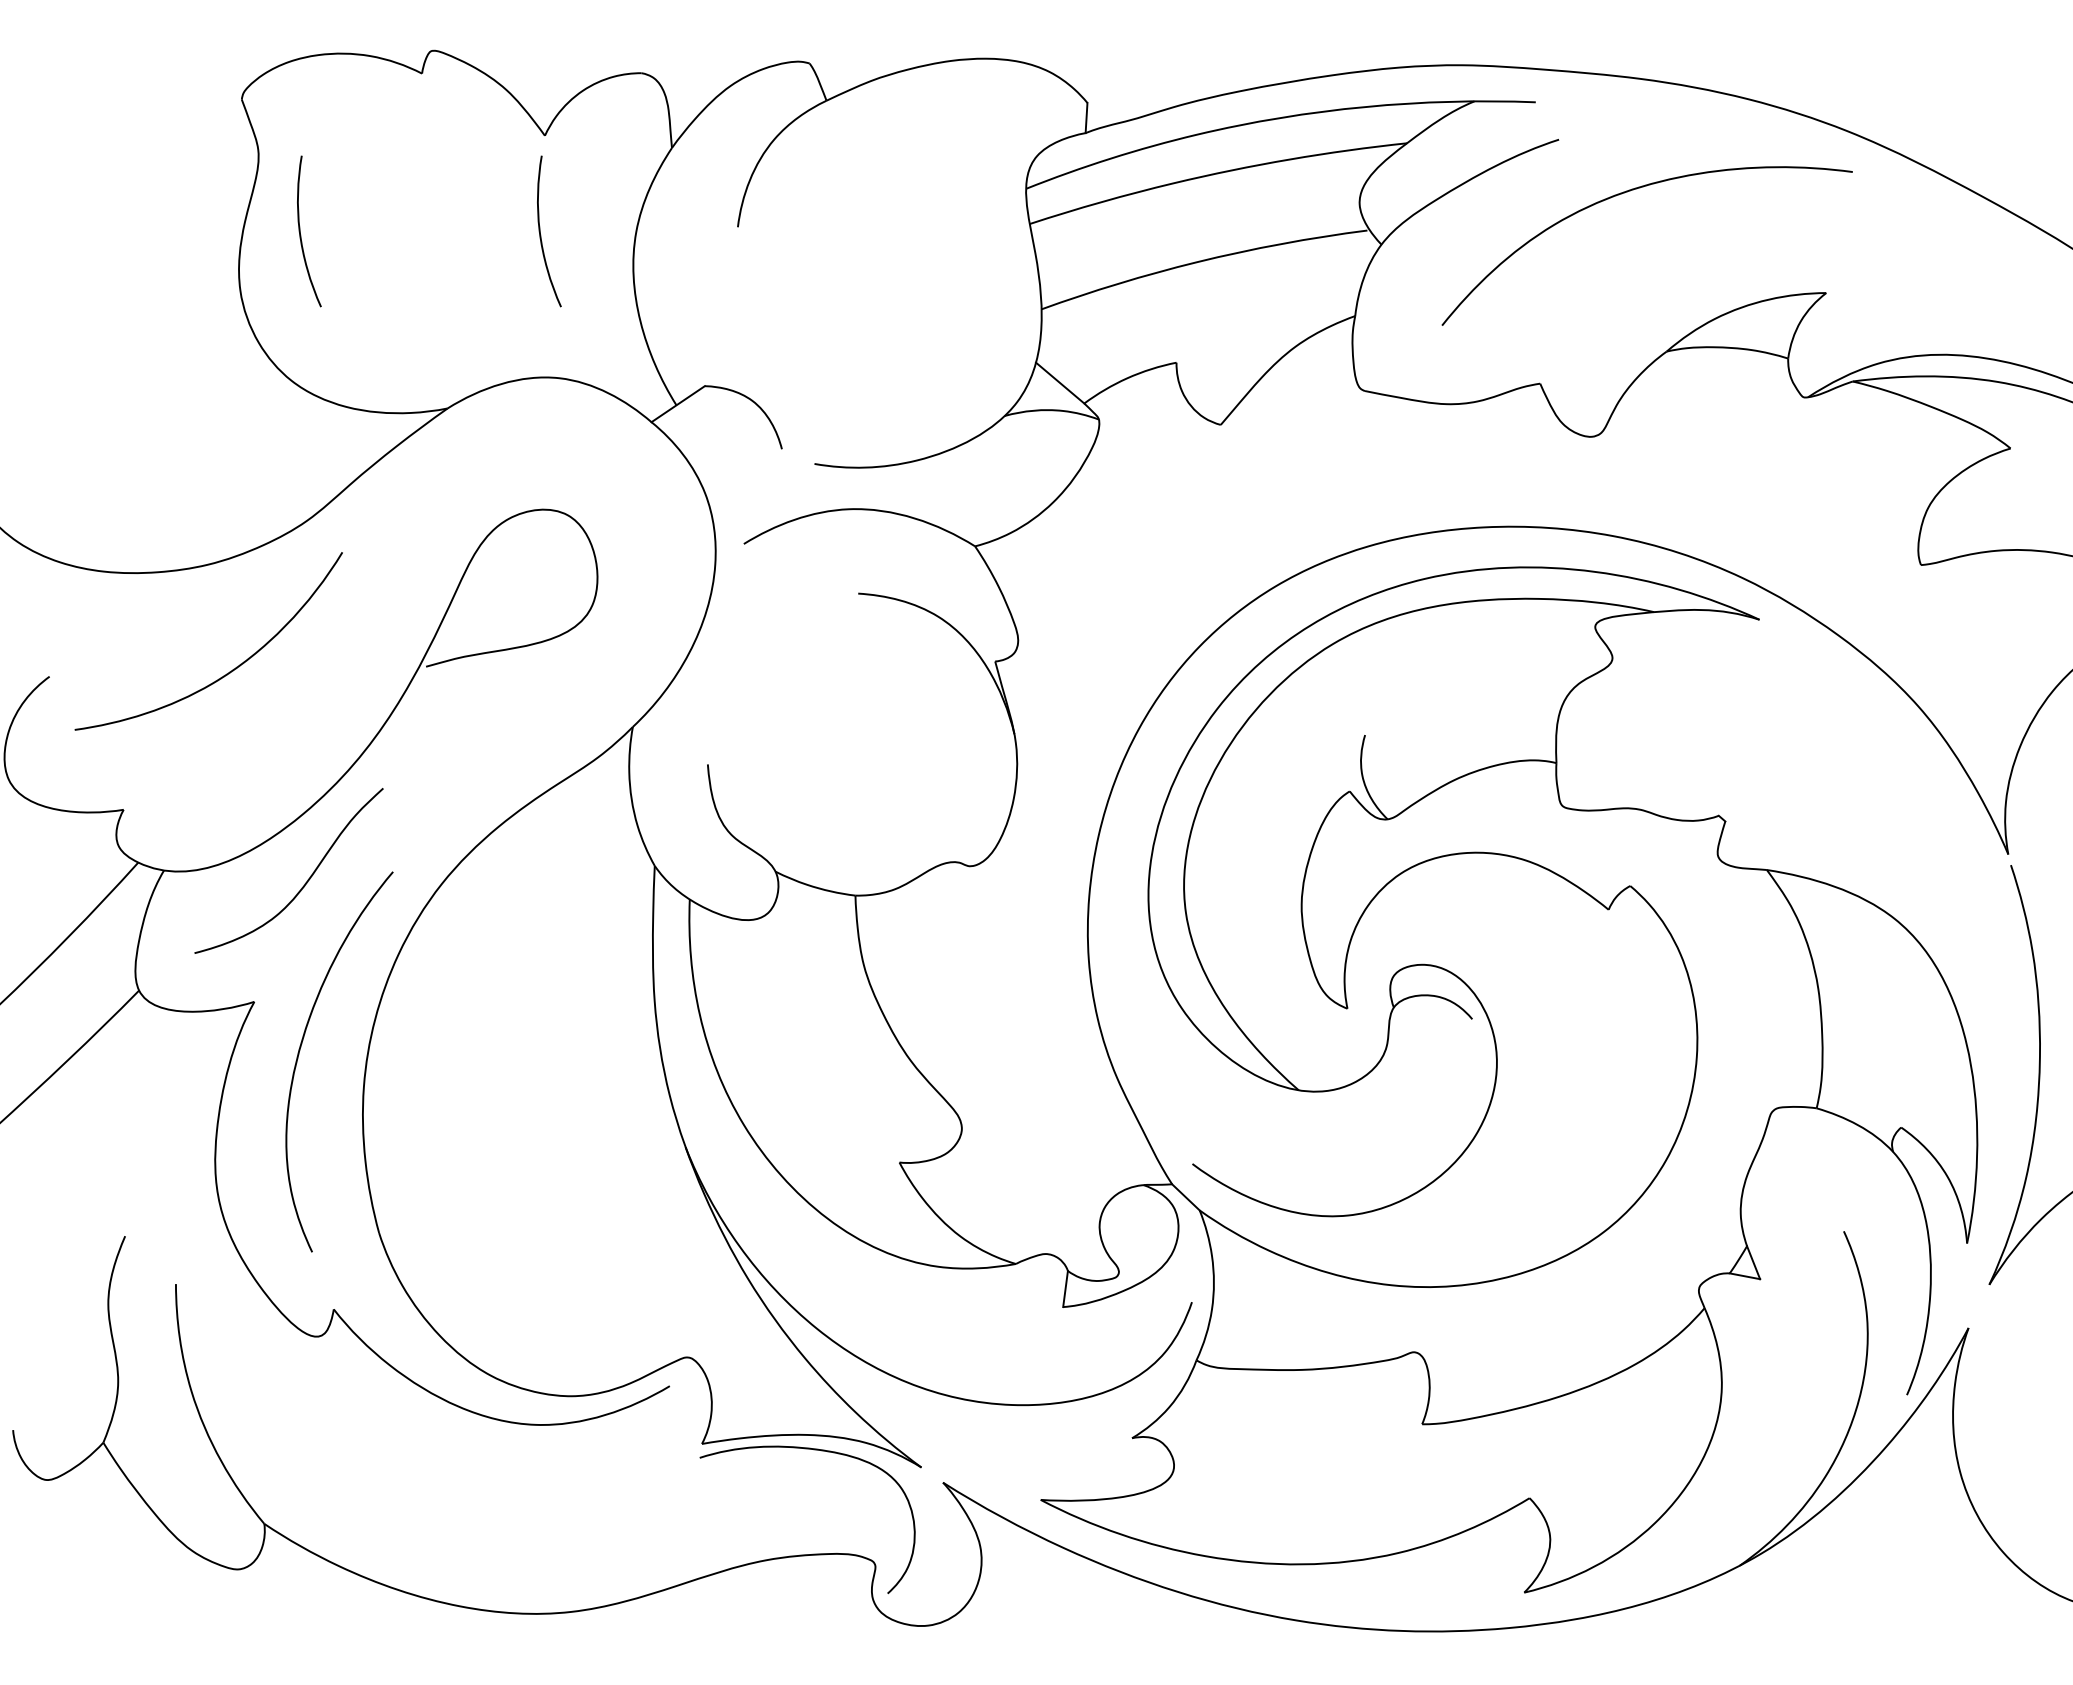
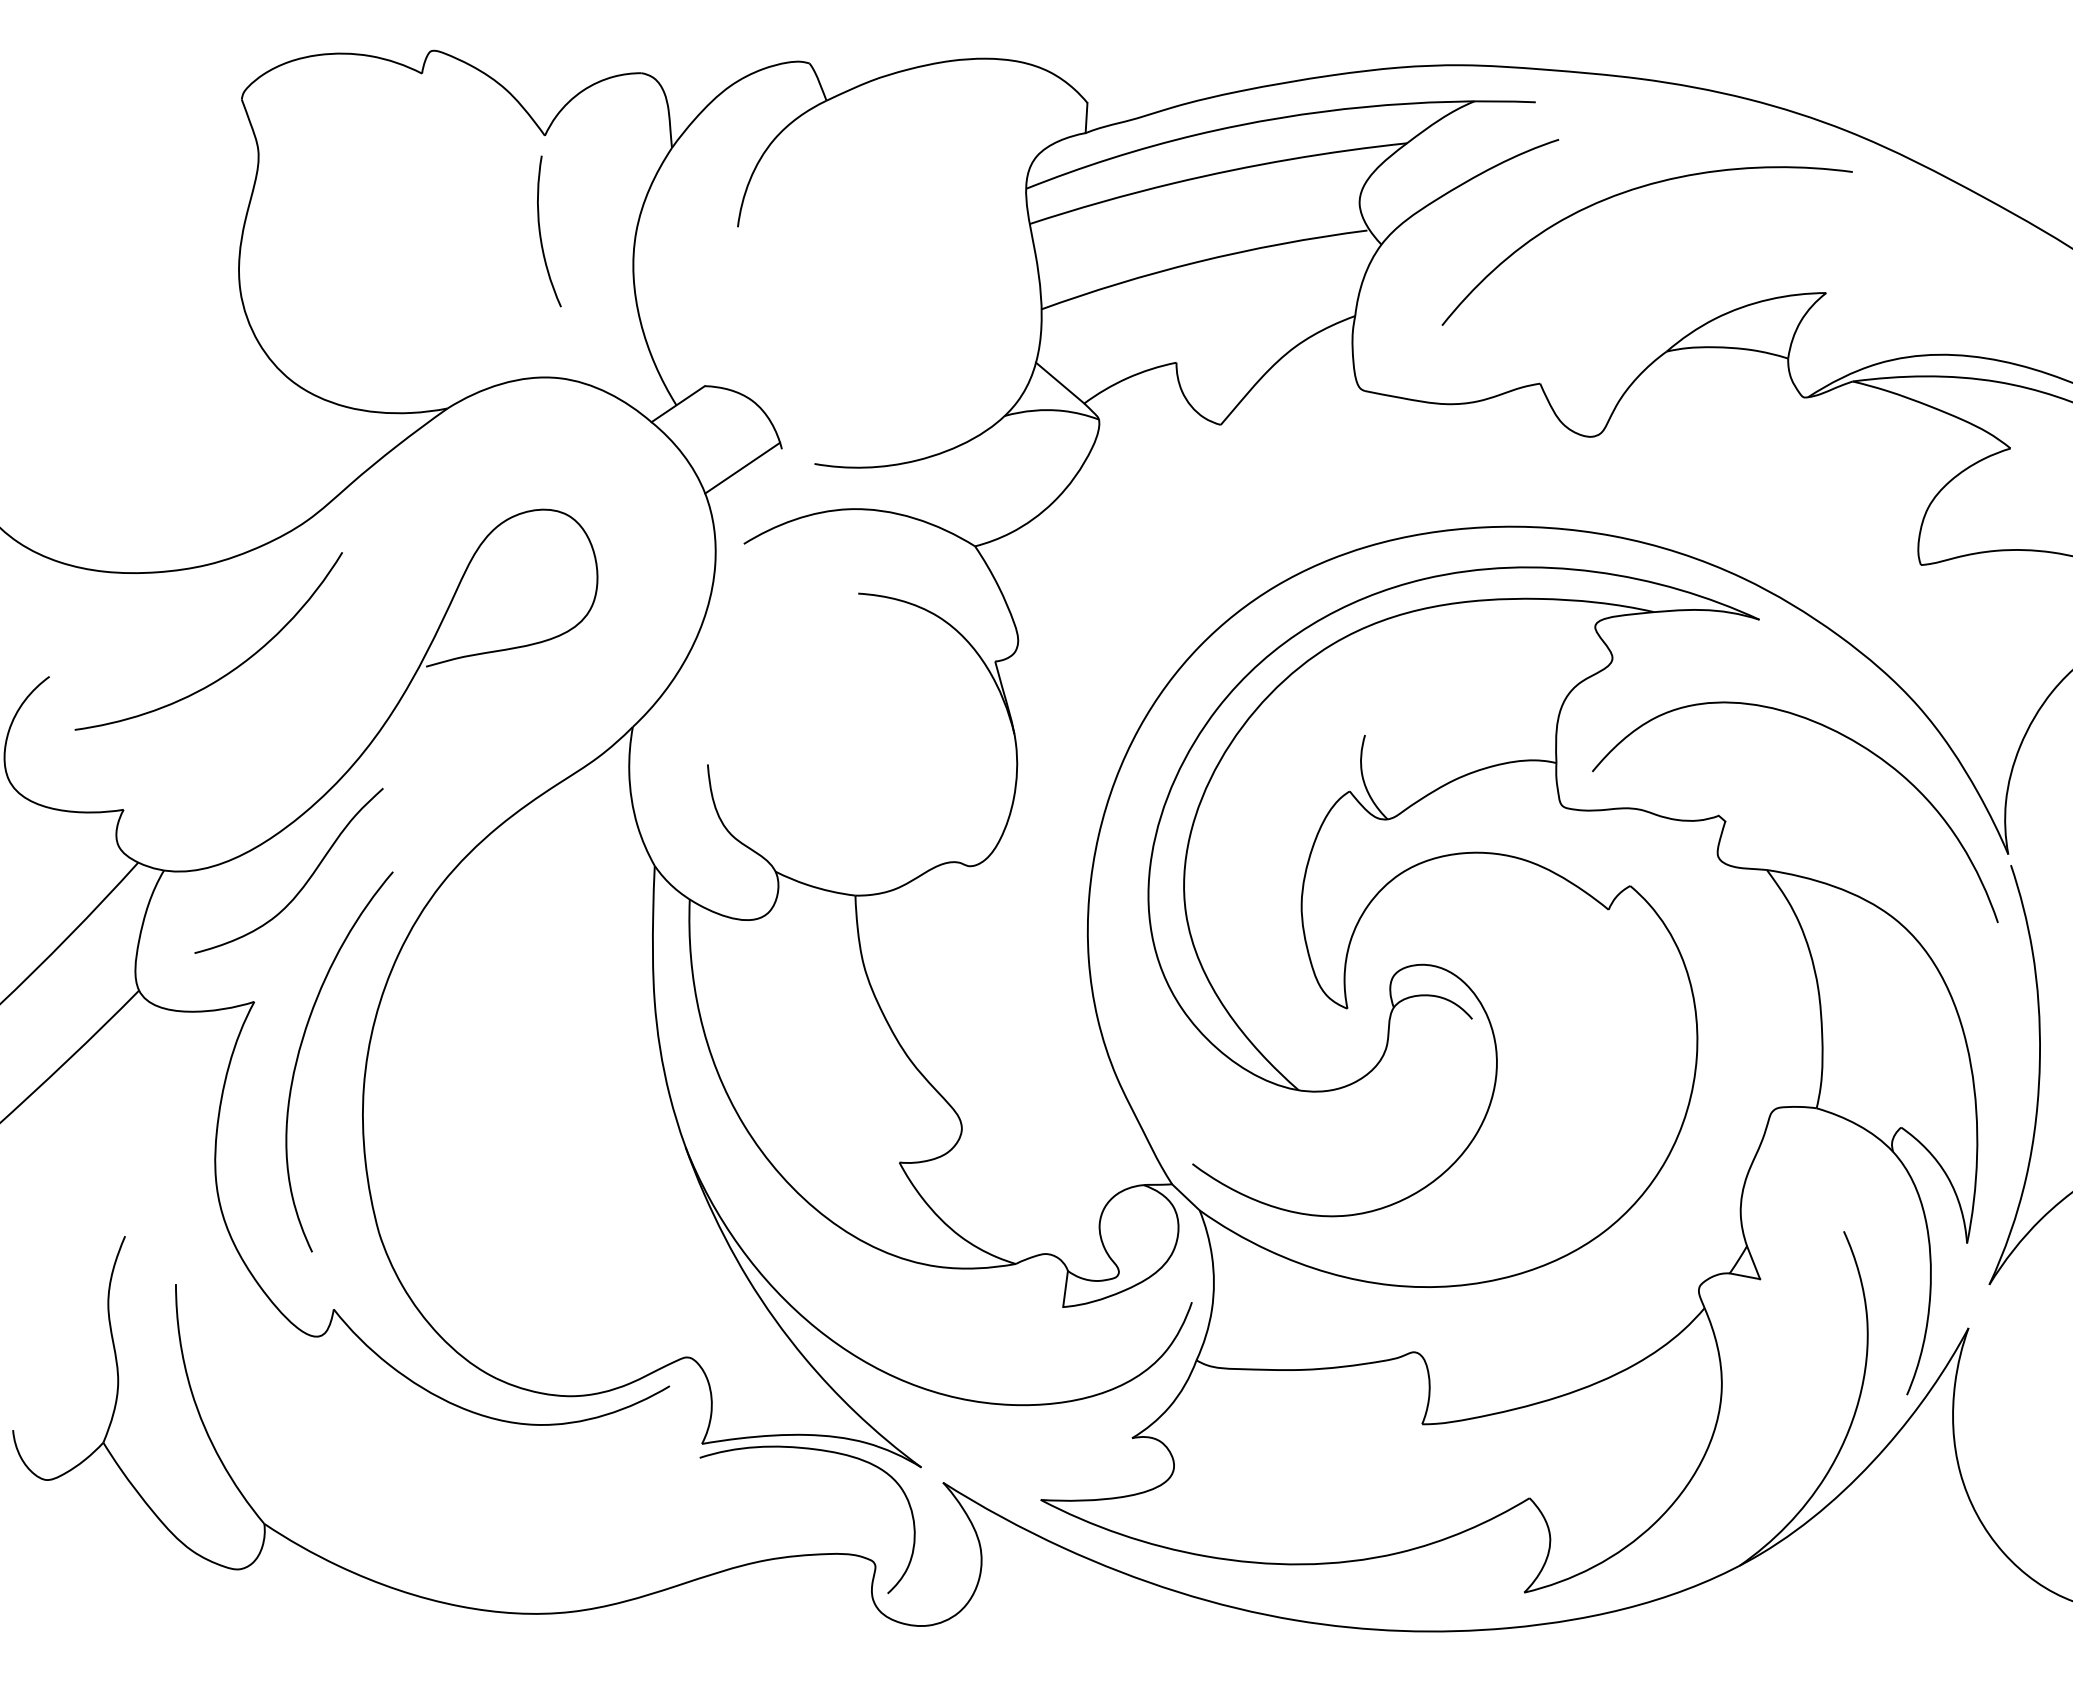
curve at (301, 235): present -> none
line at (742, 467): none -> present
curve at (1835, 732): none -> present
